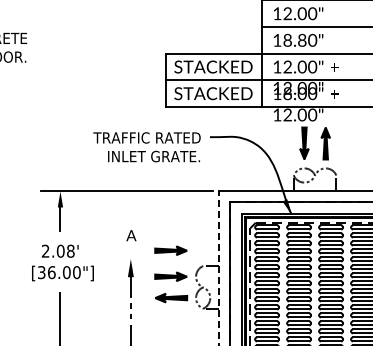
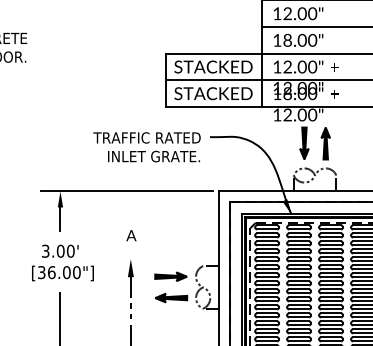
text at (301, 40): 18.80" -> 18.00"
part at (170, 250): present -> none
text at (58, 251): 2.08' -> 3.00'
line at (219, 268): dashed -> solid
